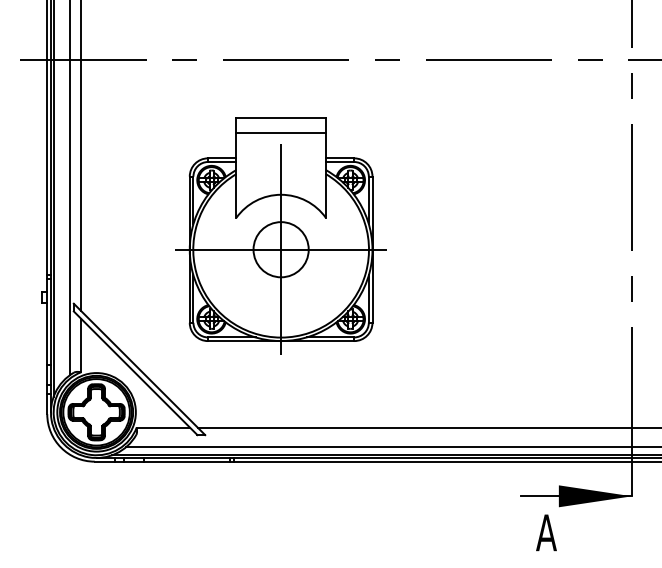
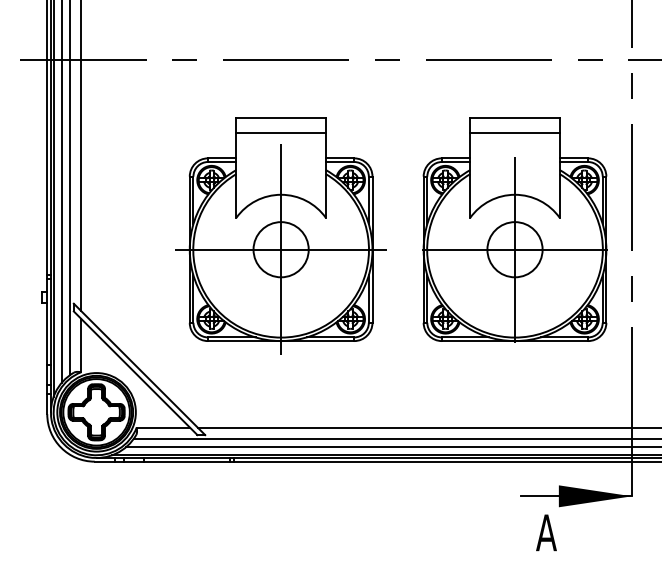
line at (61, 192): none -> present
part at (514, 229): none -> present
line at (395, 438): none -> present
